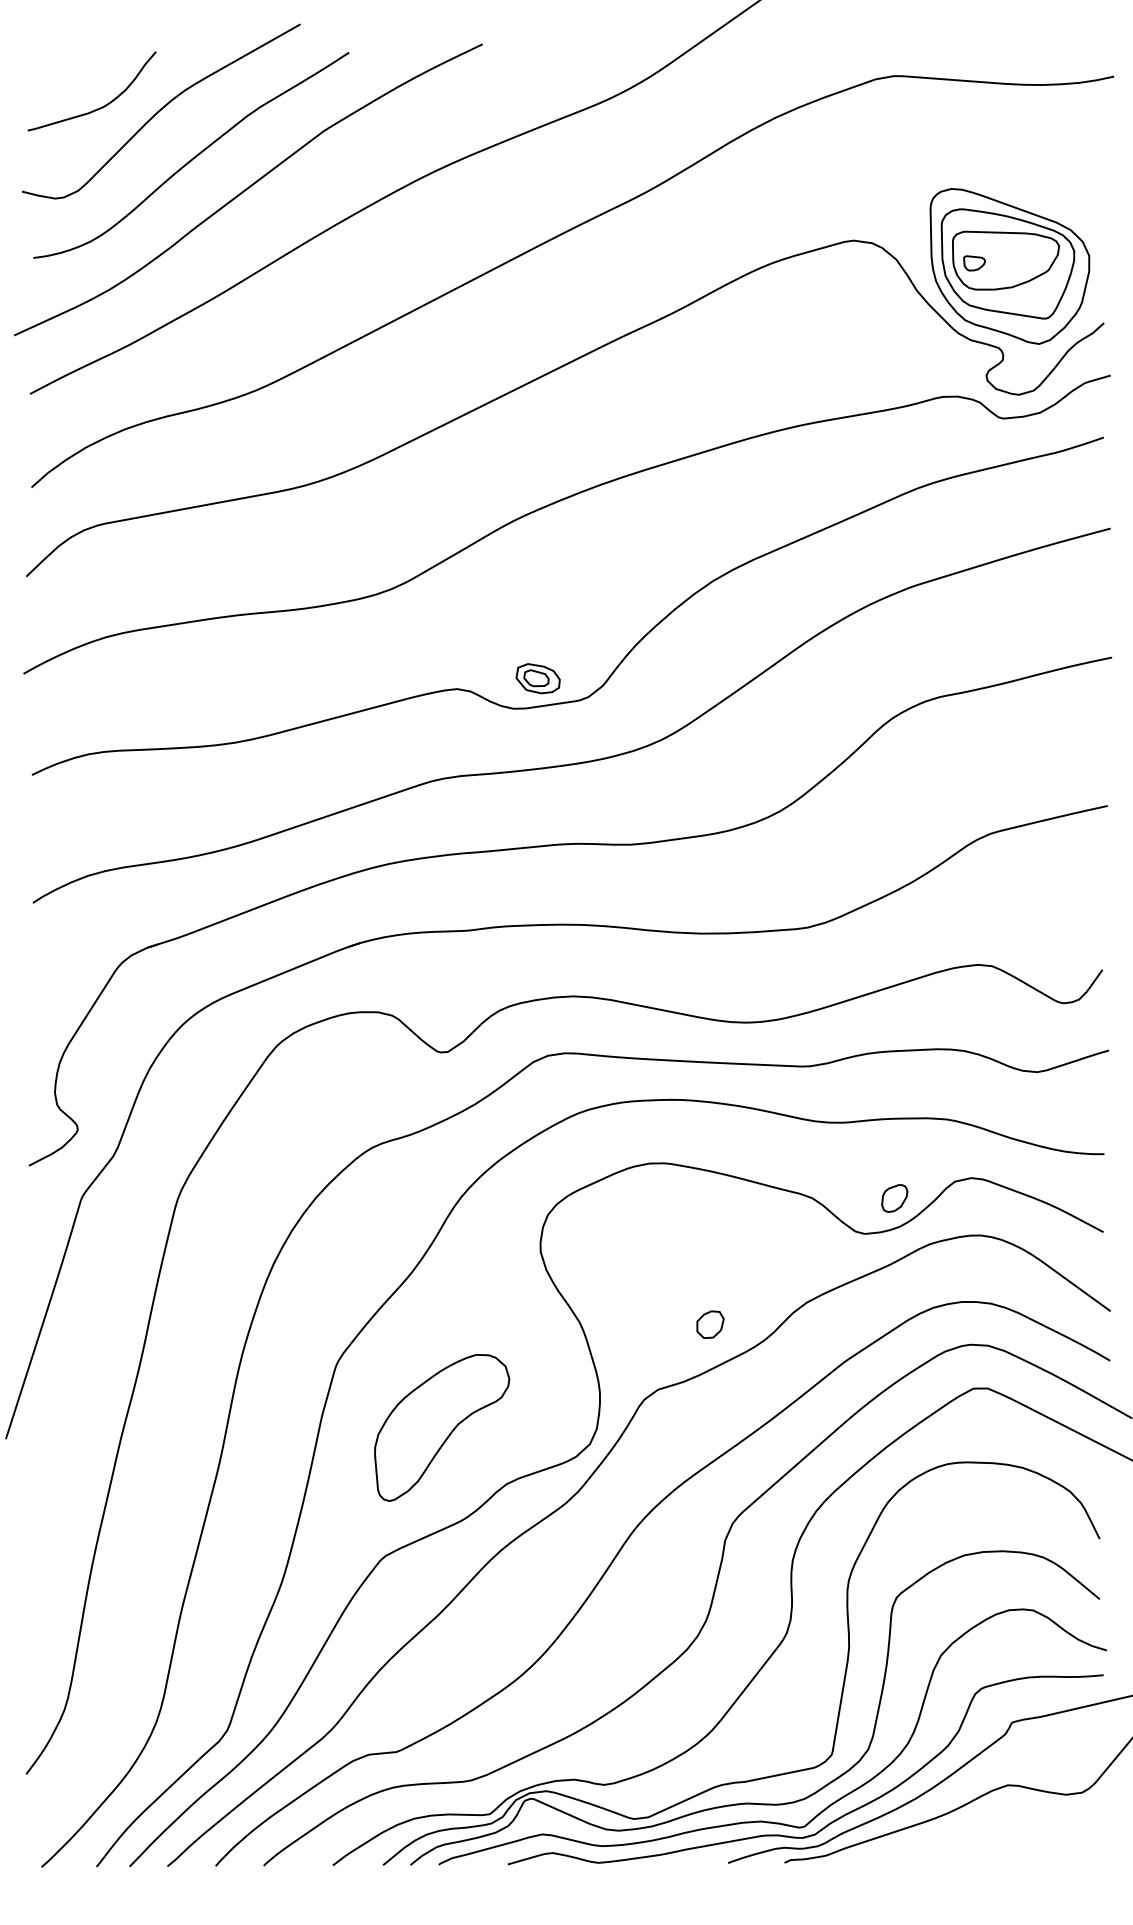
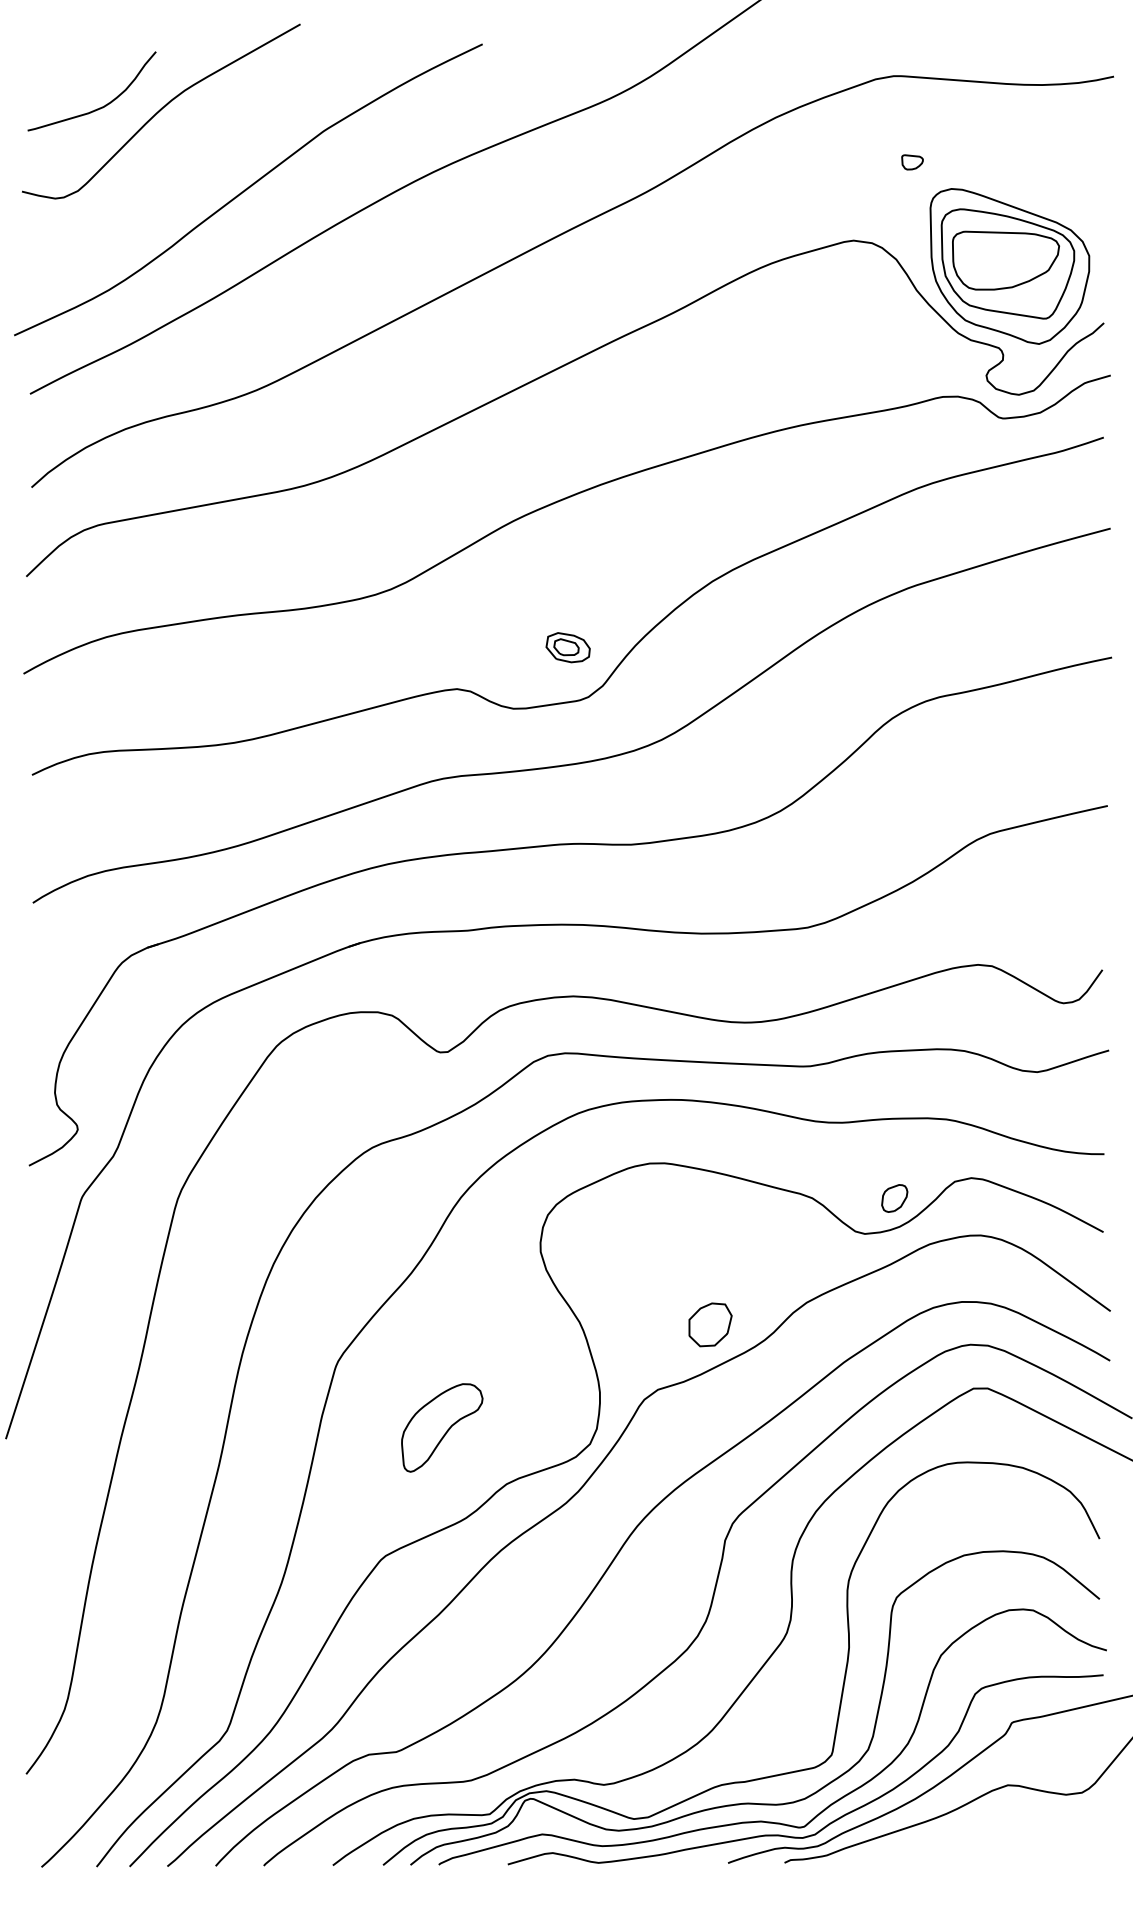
curve at (193, 157): present -> none
part at (974, 263) position: (974, 263) -> (912, 162)
part at (537, 678) position: (537, 678) -> (567, 647)
part at (710, 1324) size: 29x29 px -> 45x46 px
part at (442, 1427) size: 137x148 px -> 83x90 px
